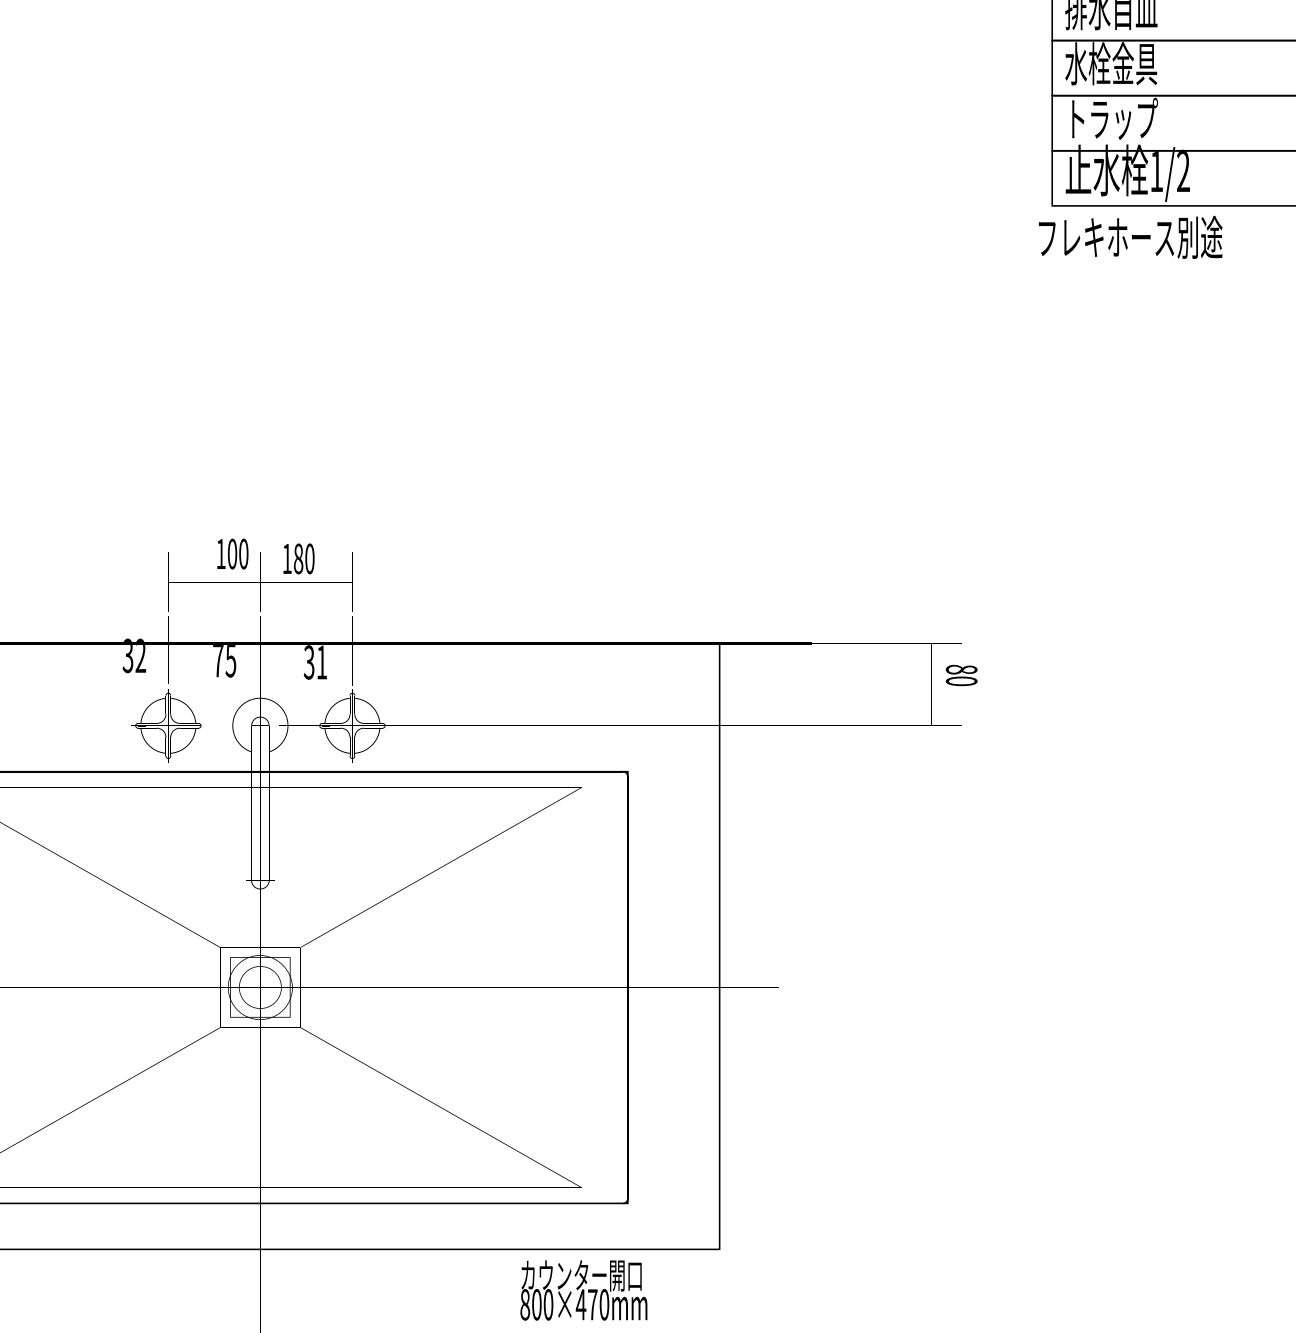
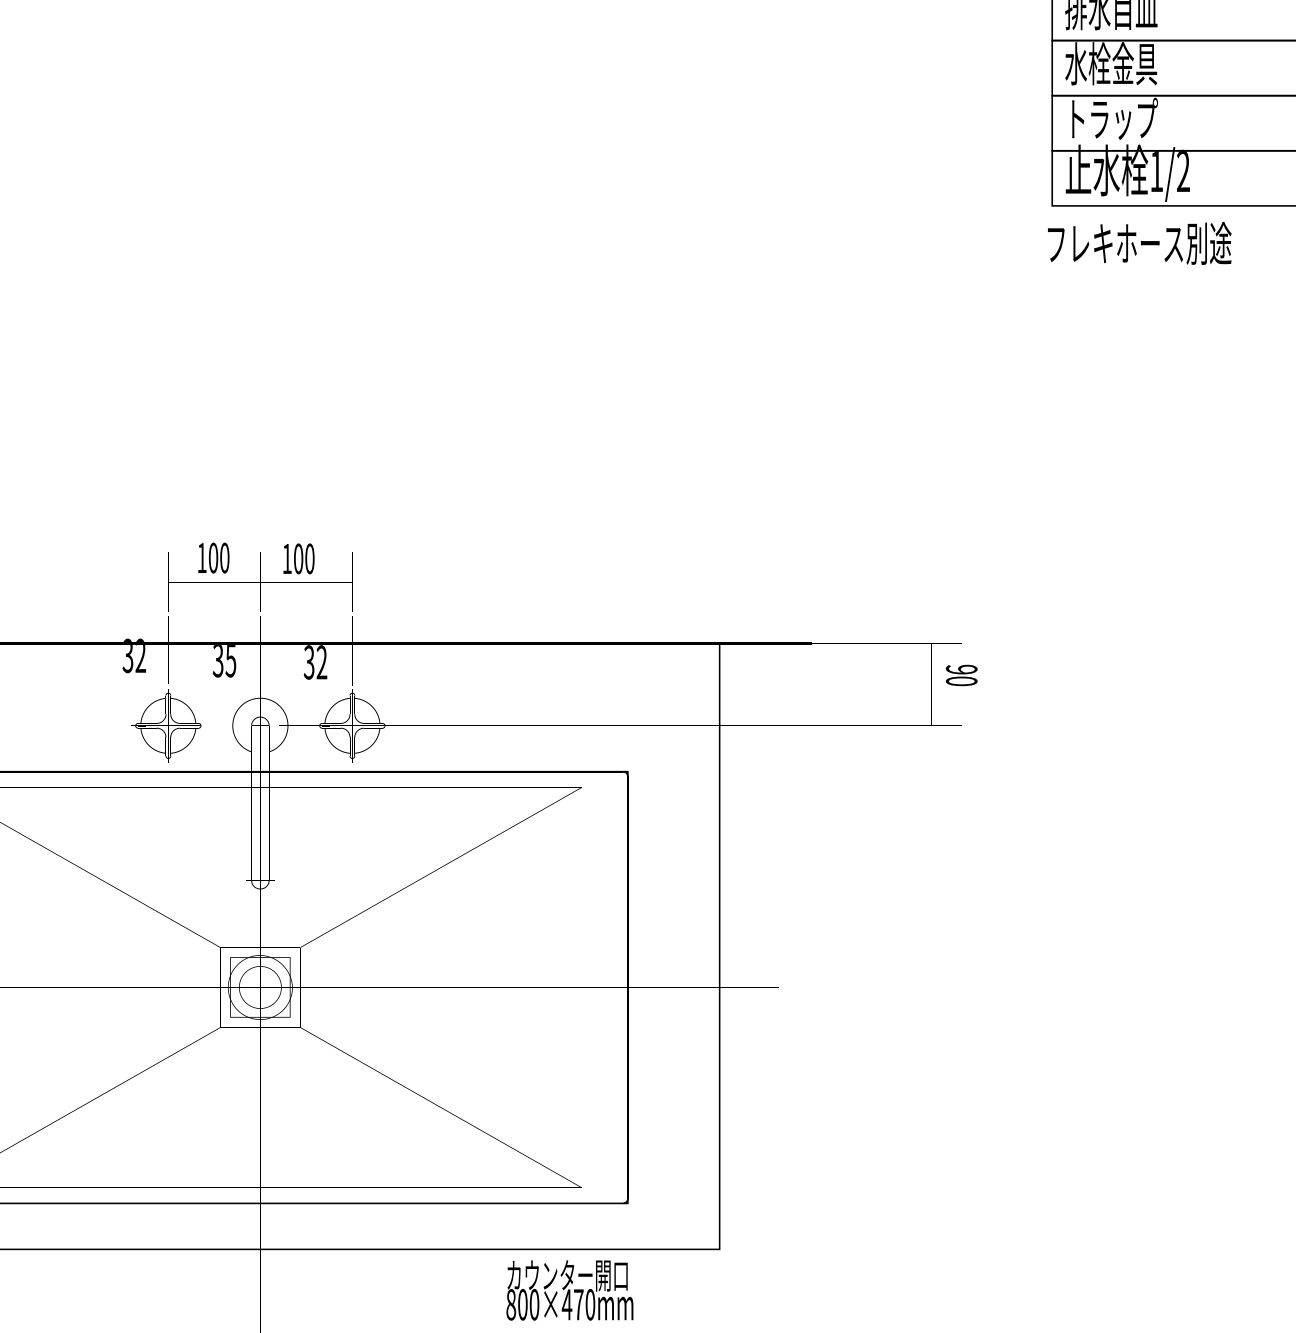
text at (1130, 236) position: (1130, 236) -> (1139, 242)
text at (232, 553) position: (232, 553) -> (213, 557)
text at (298, 559): 180 -> 100
text at (217, 661): 75 -> 35
text at (321, 662): 31 -> 32
text at (961, 669): 80 -> 90
text at (583, 1290) position: (583, 1290) -> (569, 1290)
